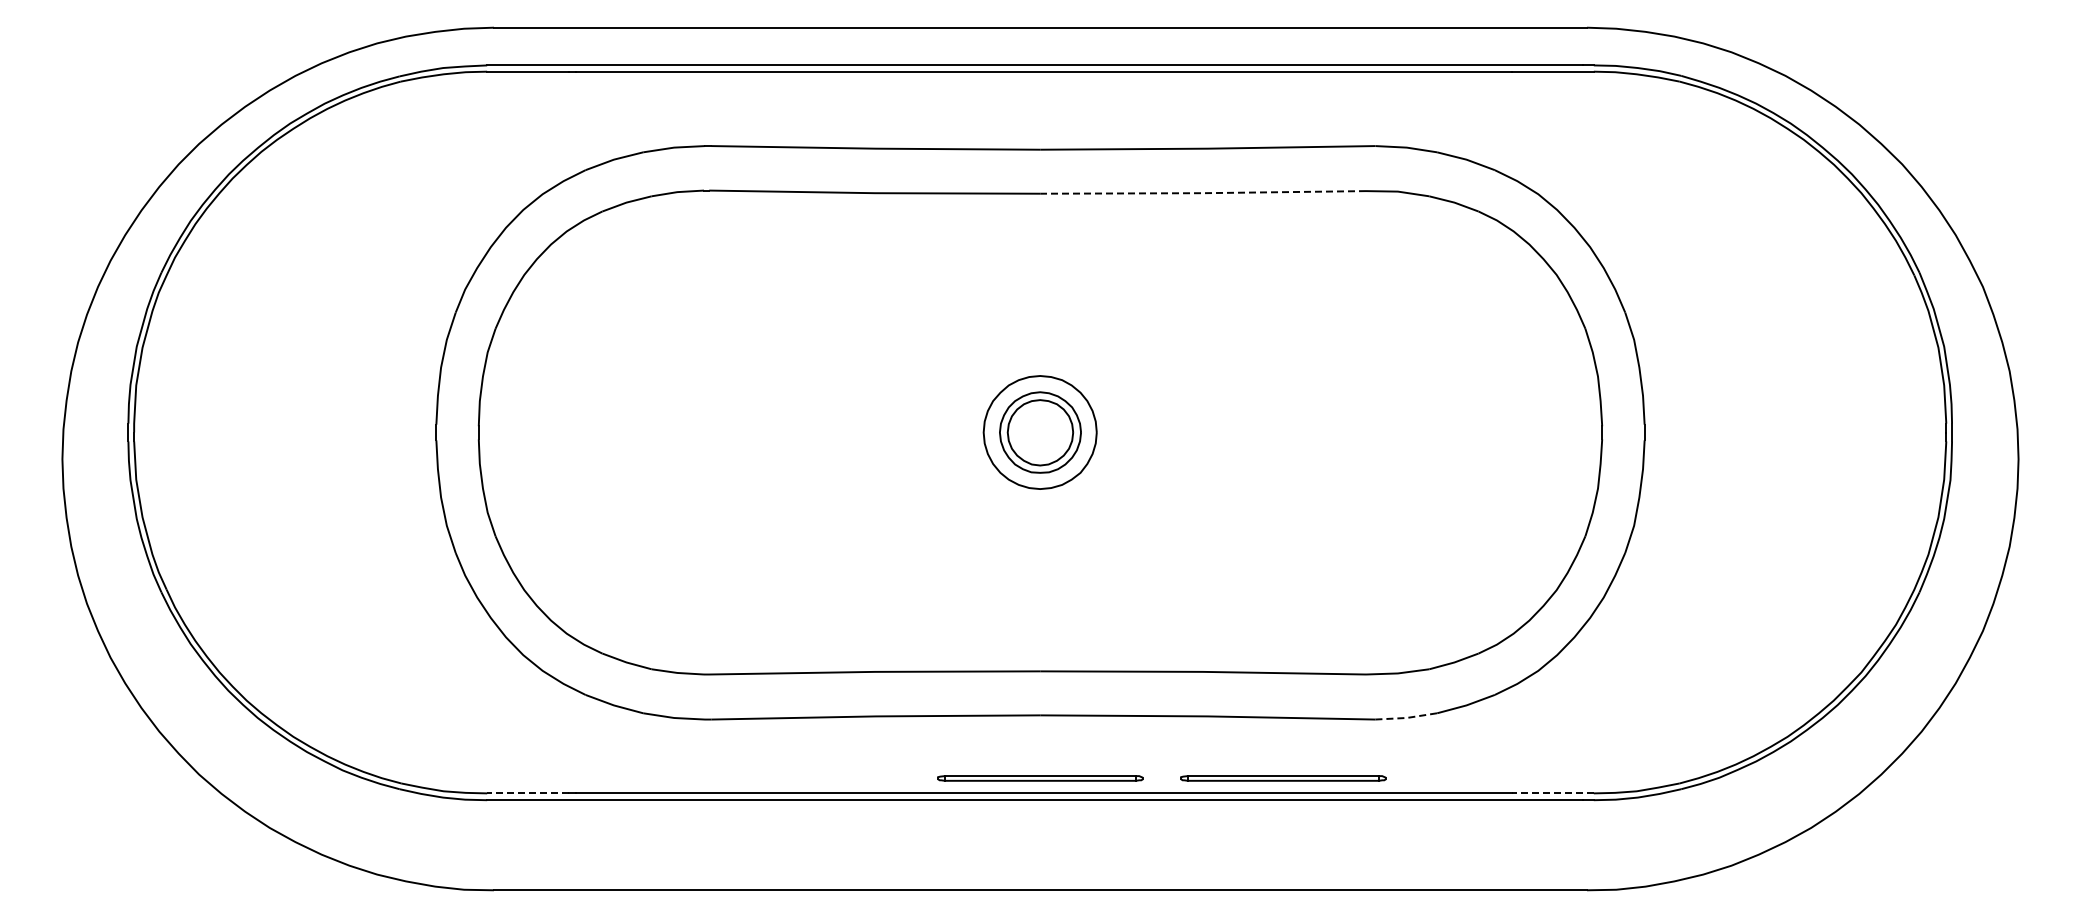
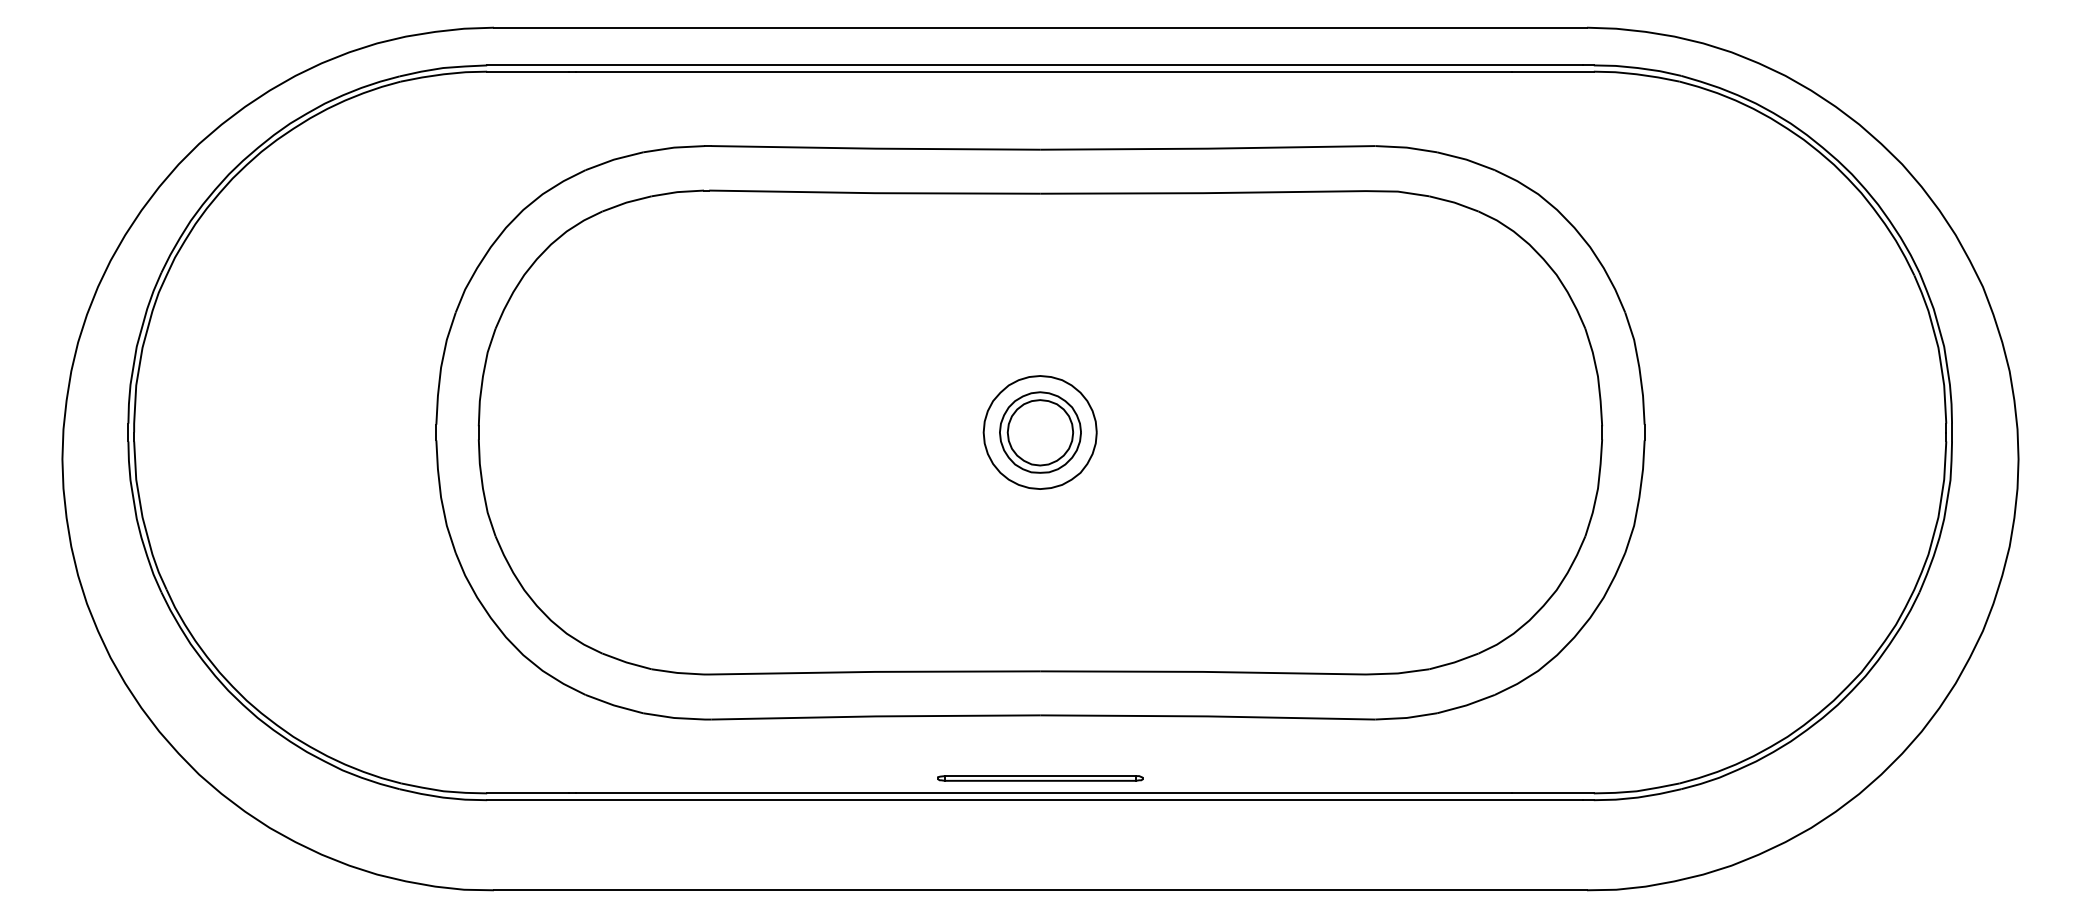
line at (1203, 193): dashed -> solid
line at (1406, 717): dashed -> solid
part at (1283, 778): present -> none
line at (528, 793): dashed -> solid
line at (1552, 793): dashed -> solid
